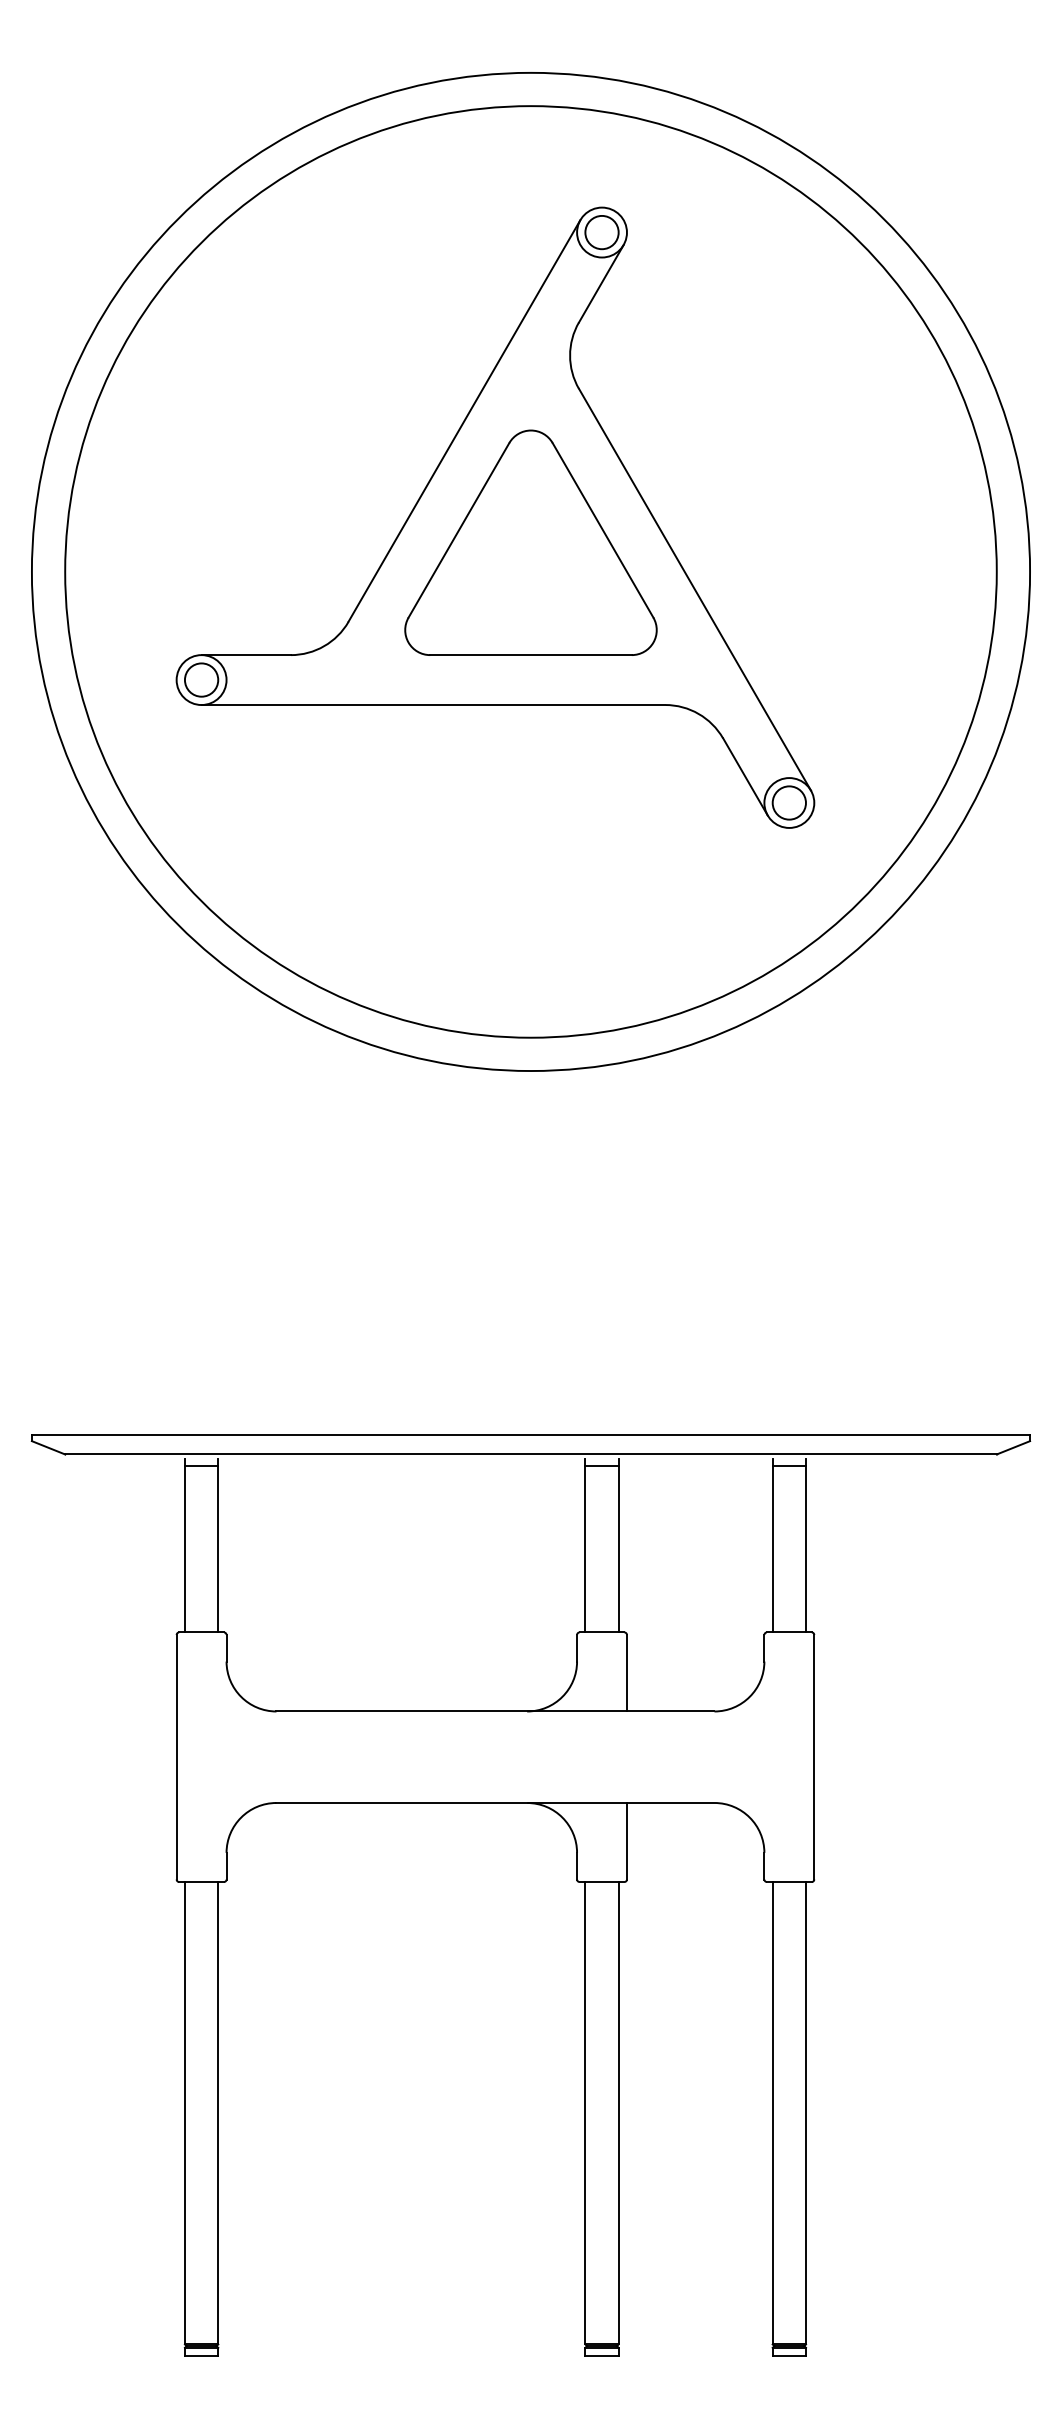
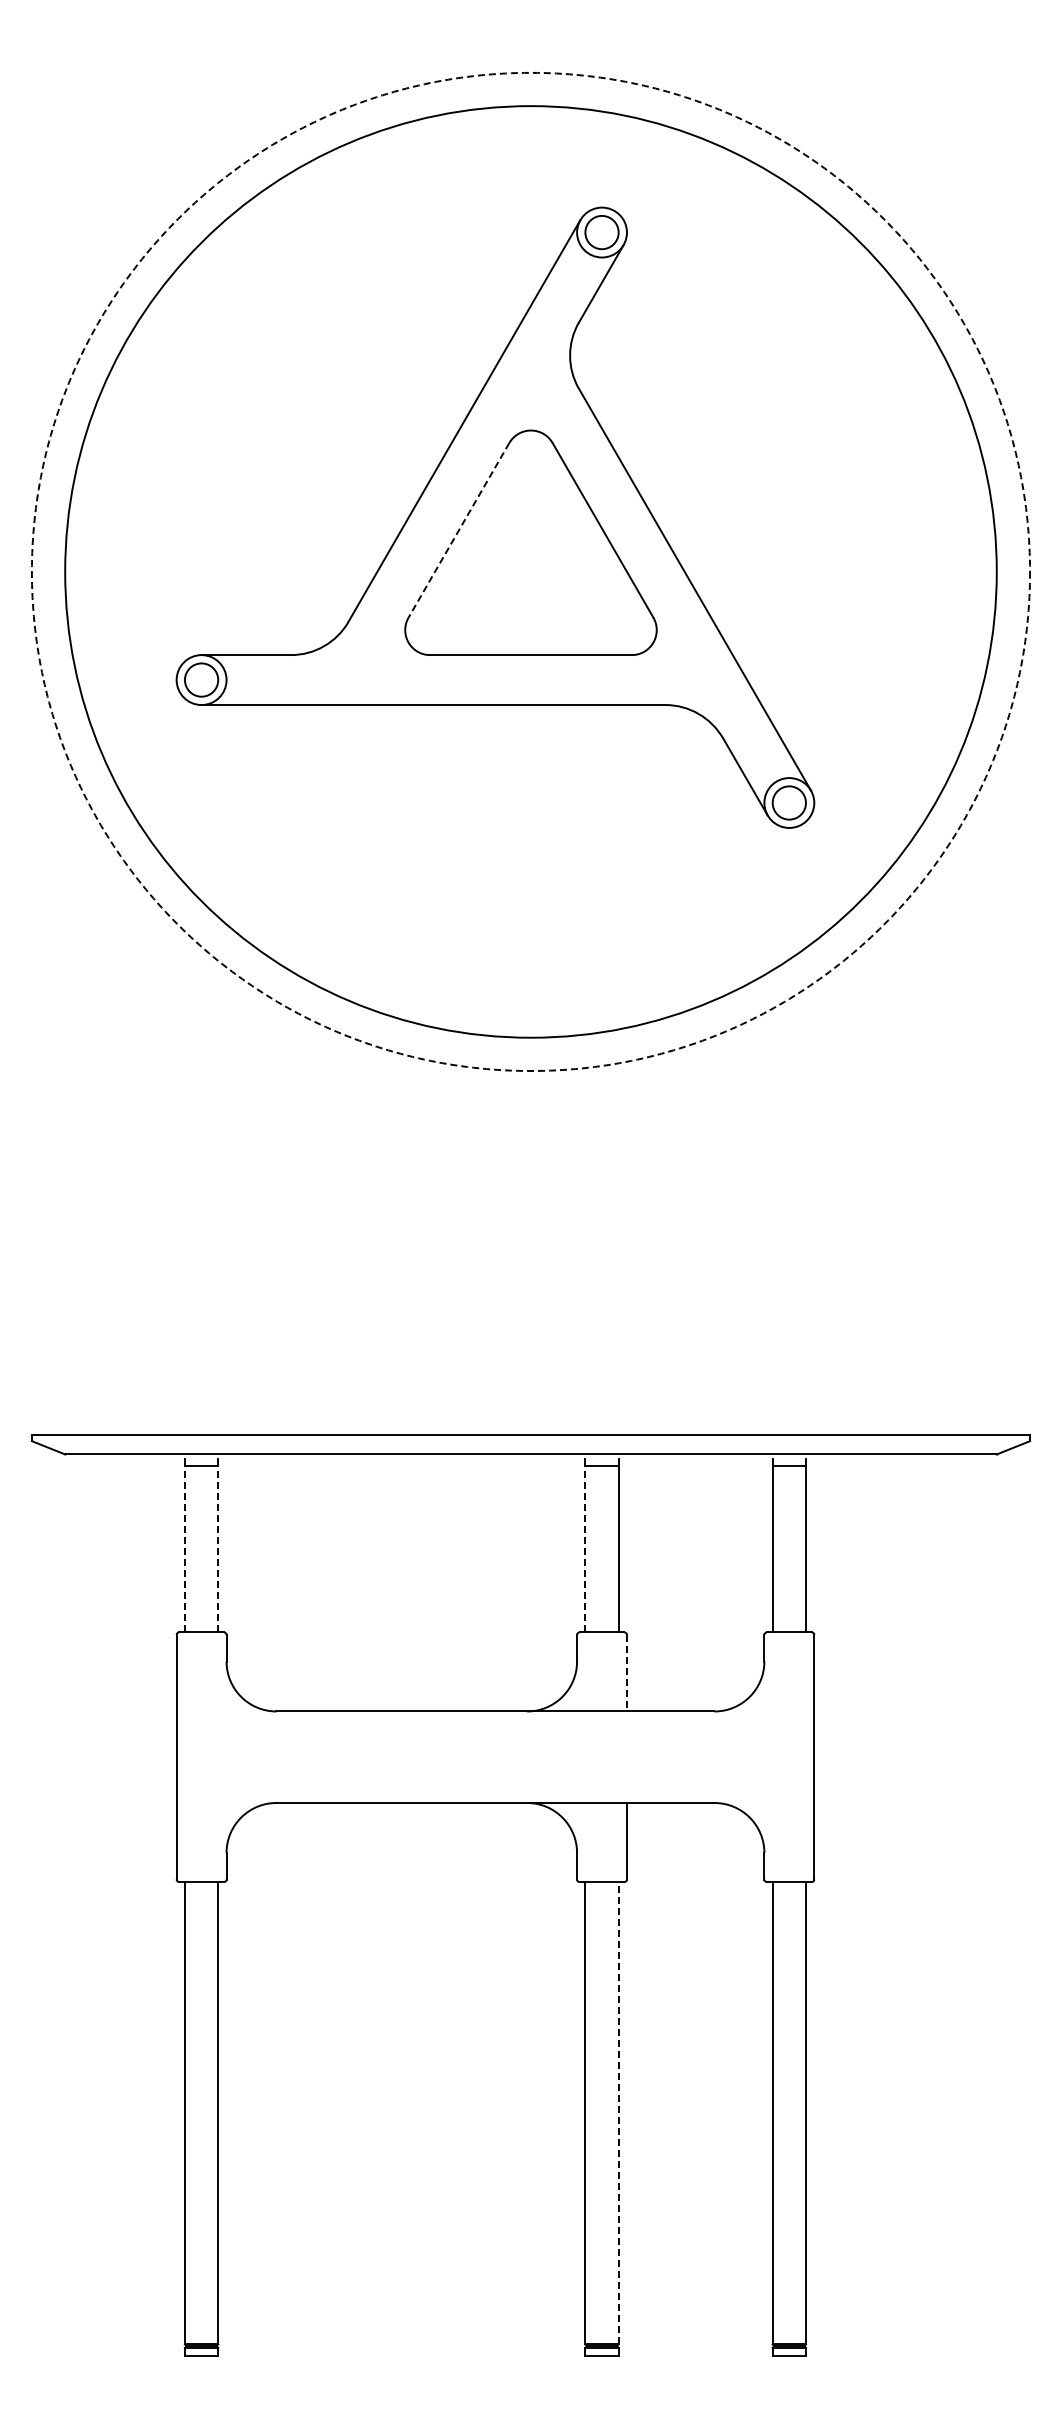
line at (458, 530): solid -> dashed
circle at (530, 571): solid -> dashed
line at (184, 1548): solid -> dashed
line at (218, 1548): solid -> dashed
line at (585, 1548): solid -> dashed
line at (626, 1673): solid -> dashed
line at (618, 2112): solid -> dashed
